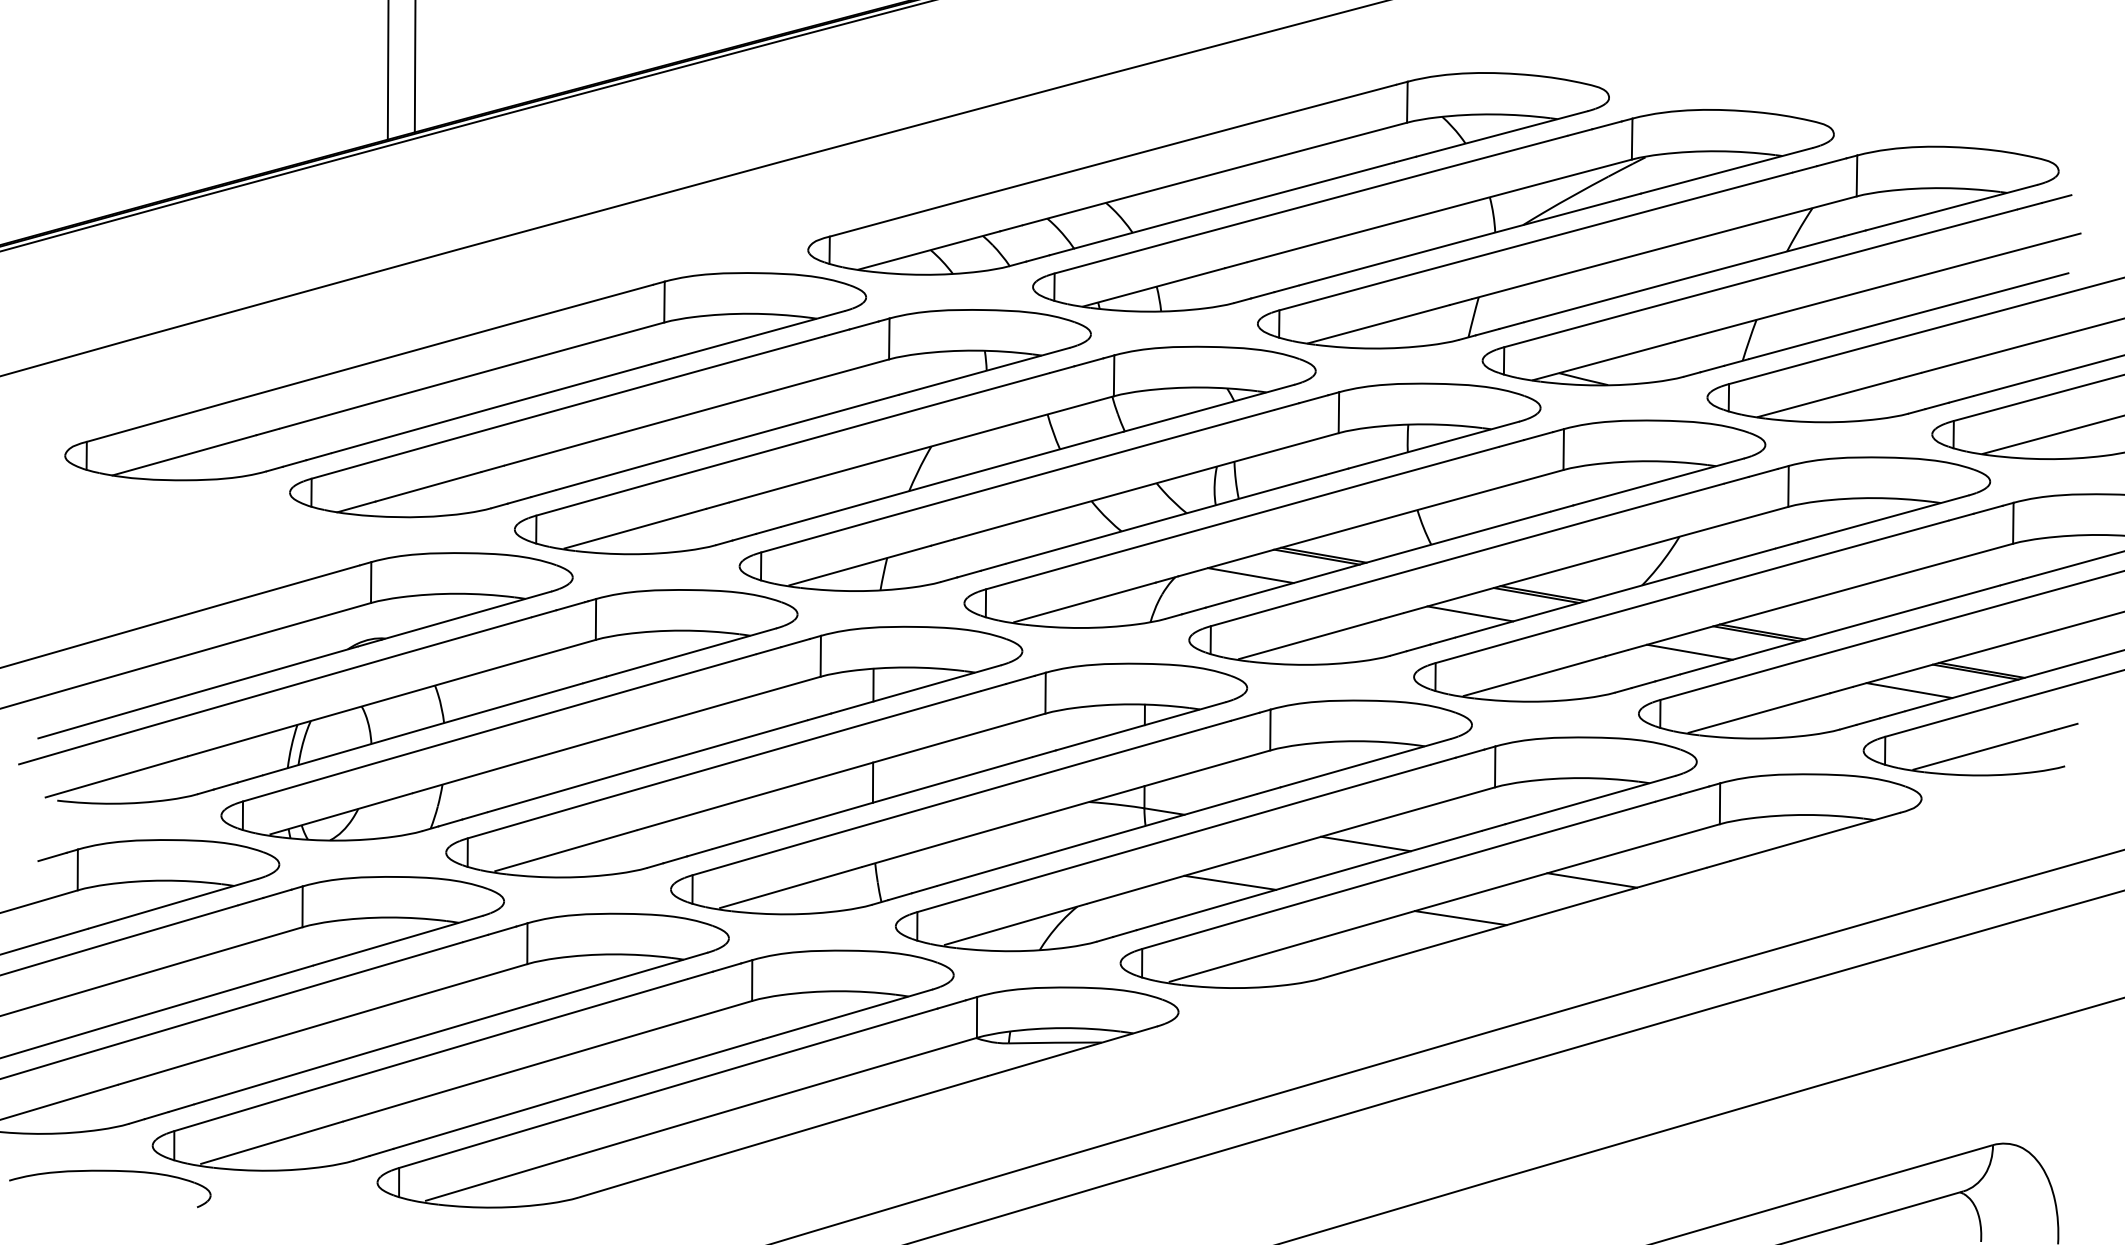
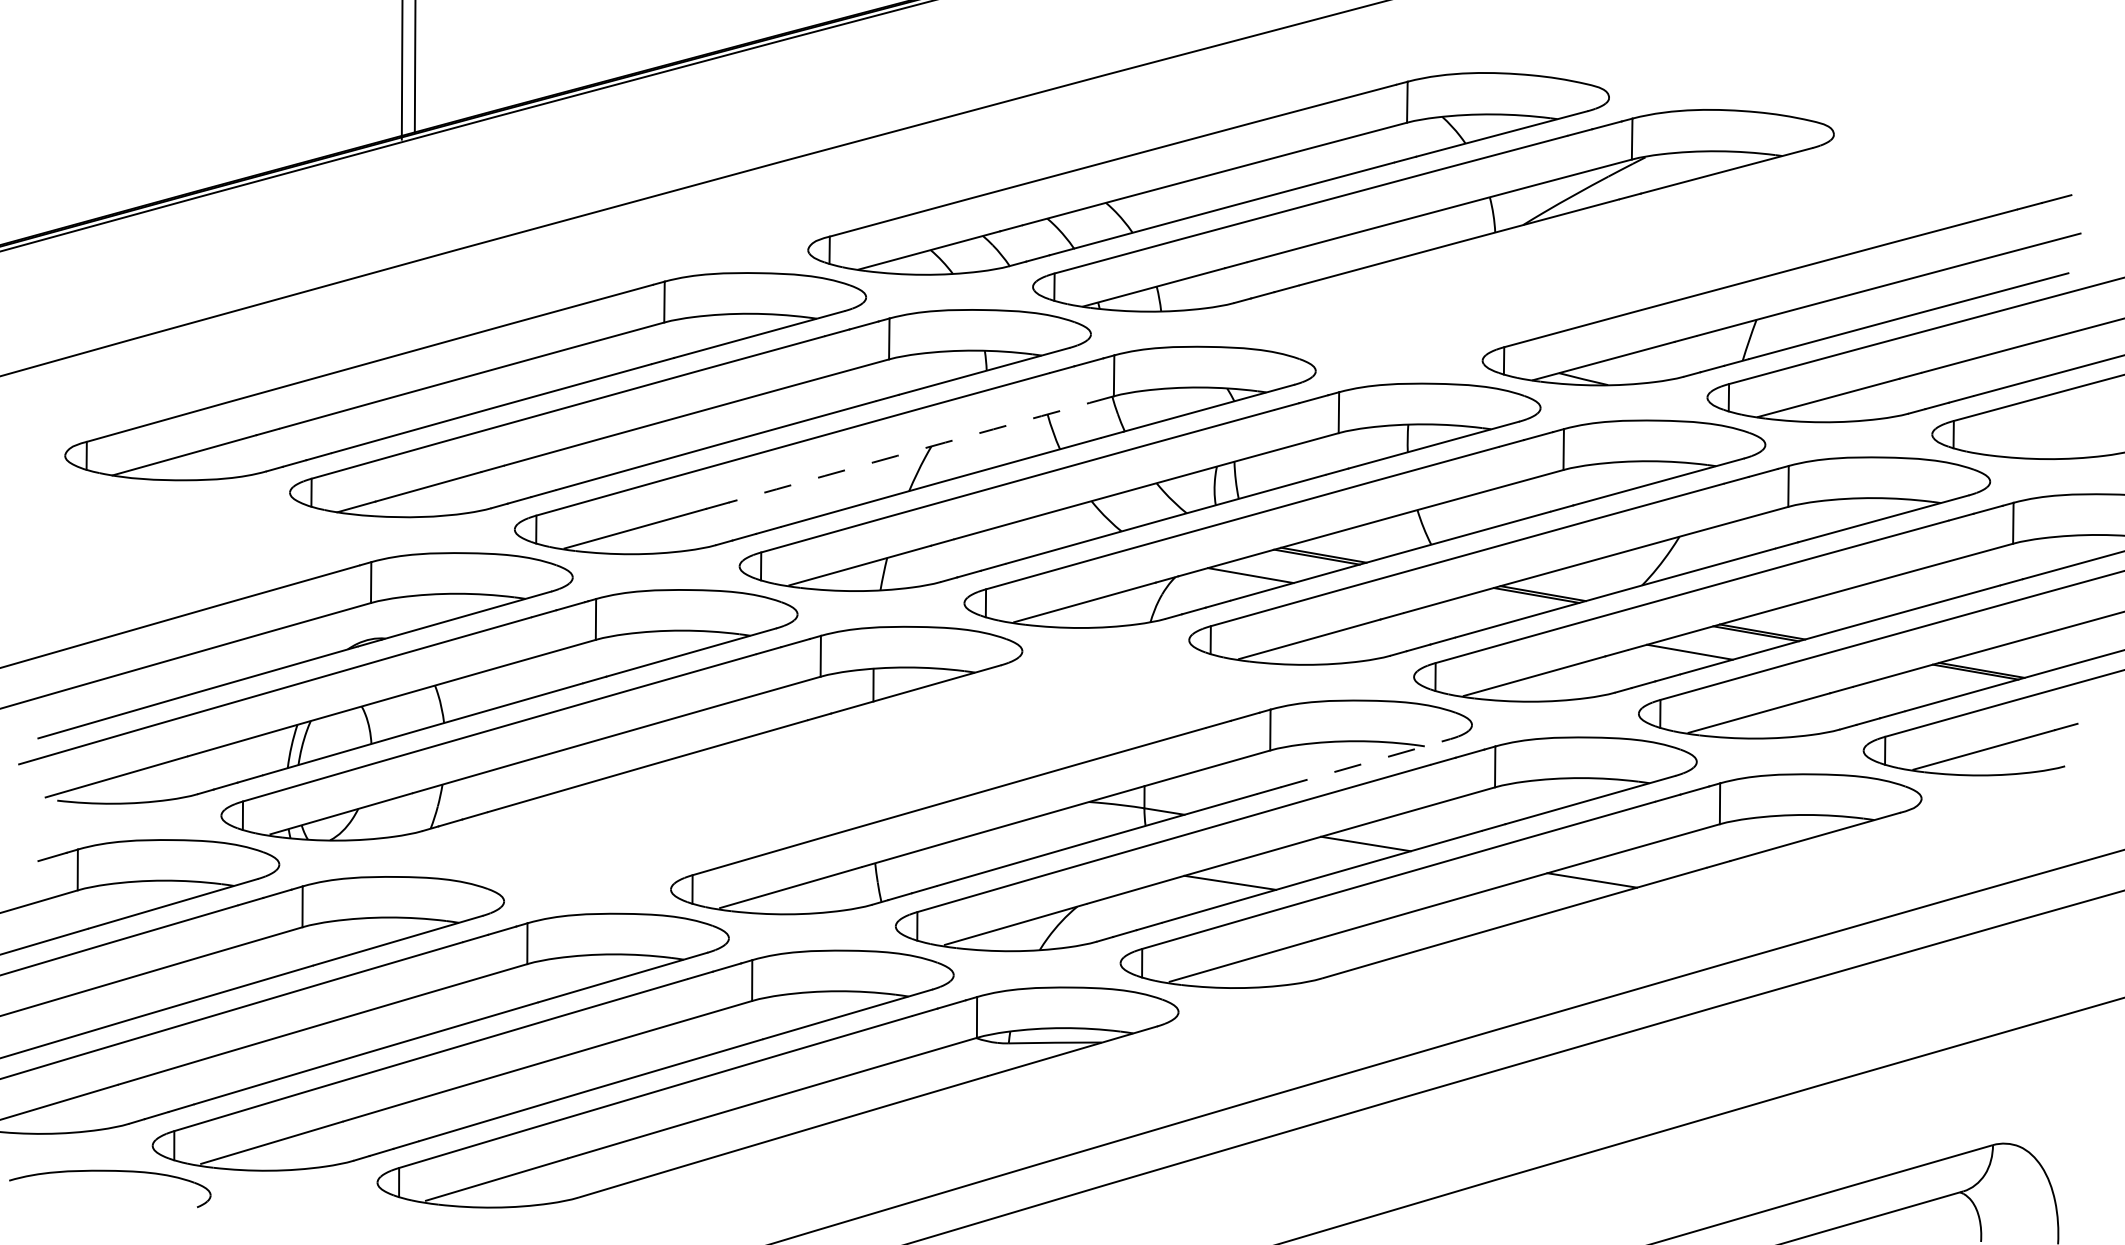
line at (387, 70) position: (387, 70) -> (401, 70)
part at (1658, 247): present -> none
line at (2051, 434): present -> none
arc at (921, 449): solid -> dashed
line at (1470, 613): present -> none
line at (1909, 690): present -> none
line at (1366, 763): solid -> dashed
part at (846, 770): present -> none
line at (1460, 918): present -> none
